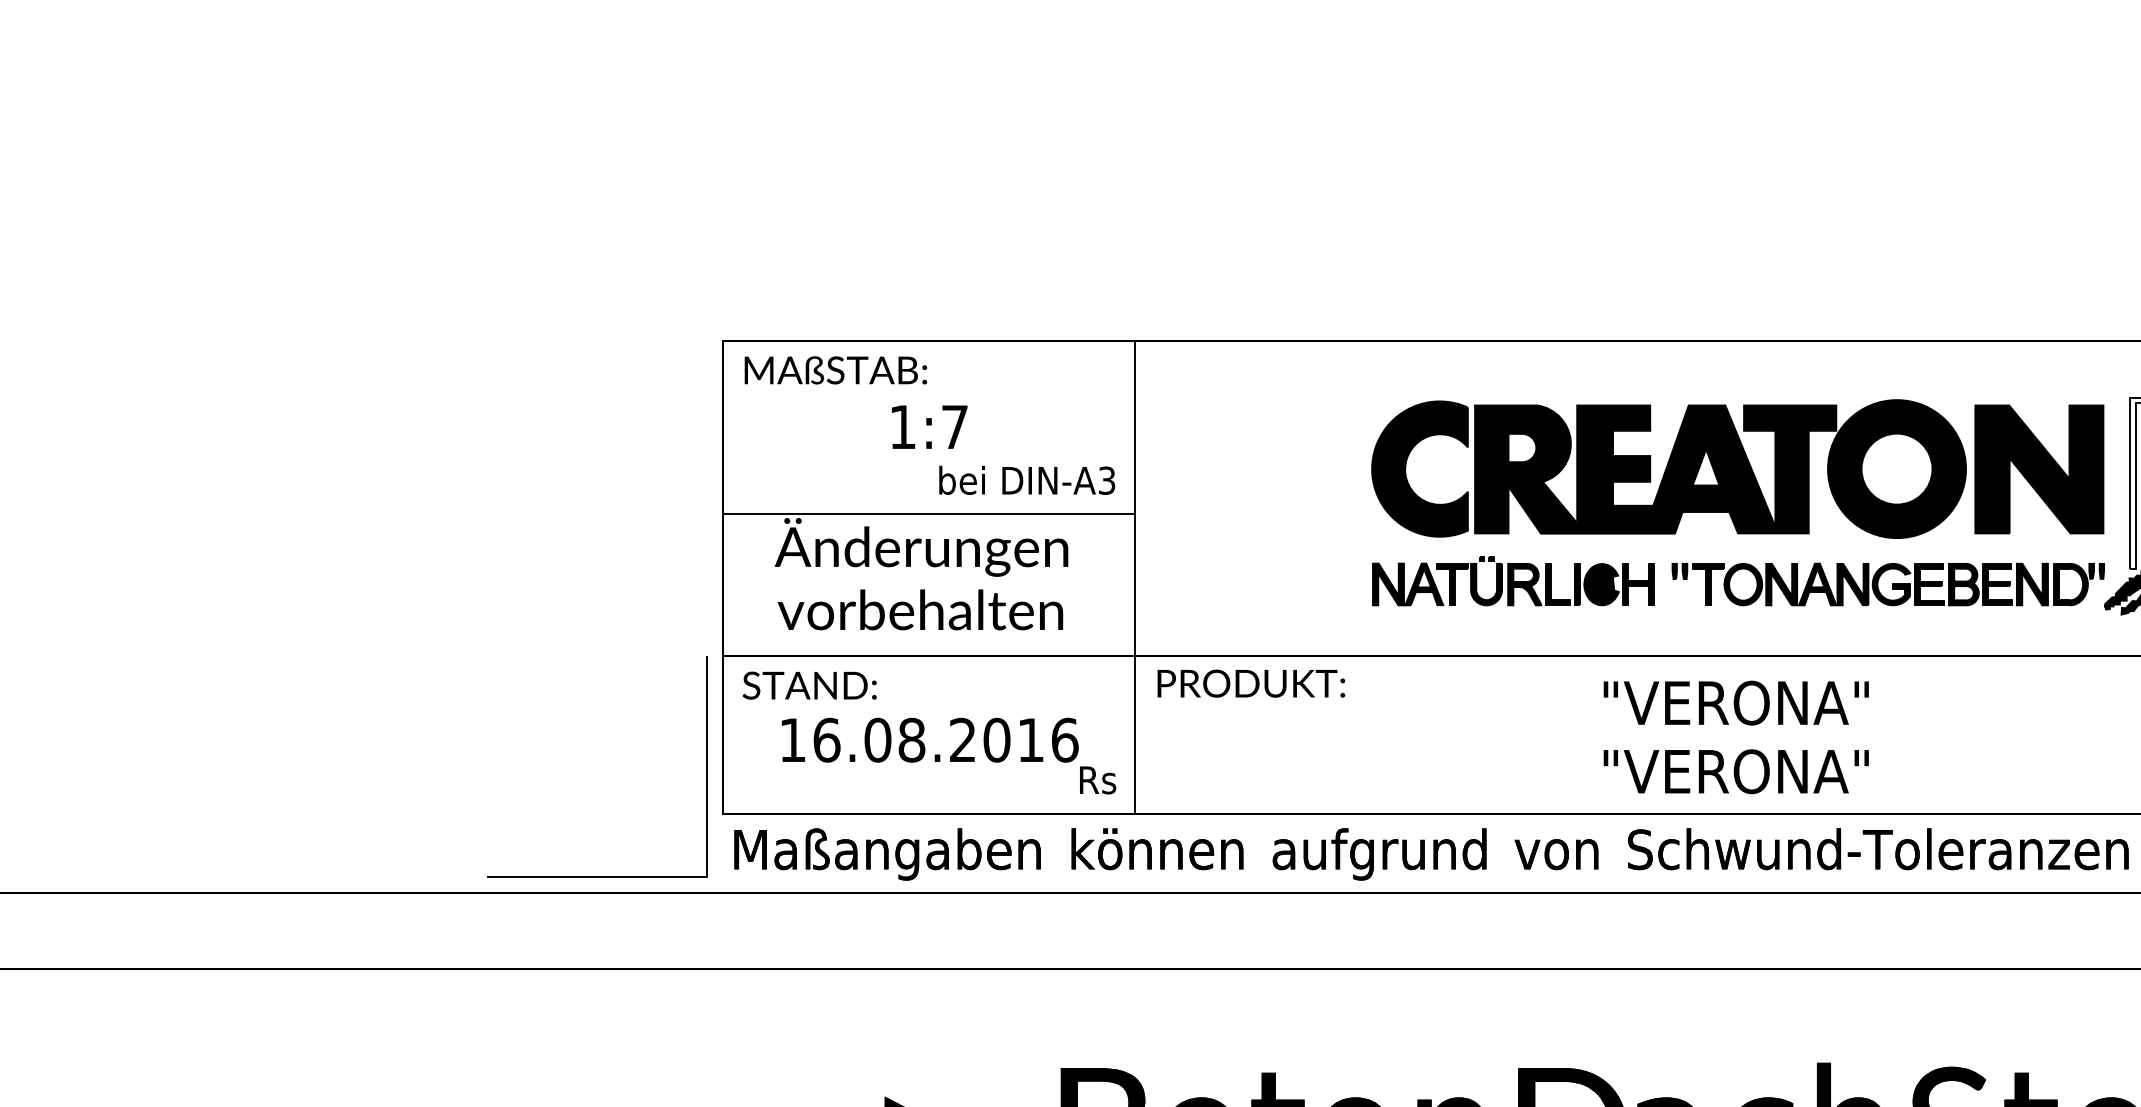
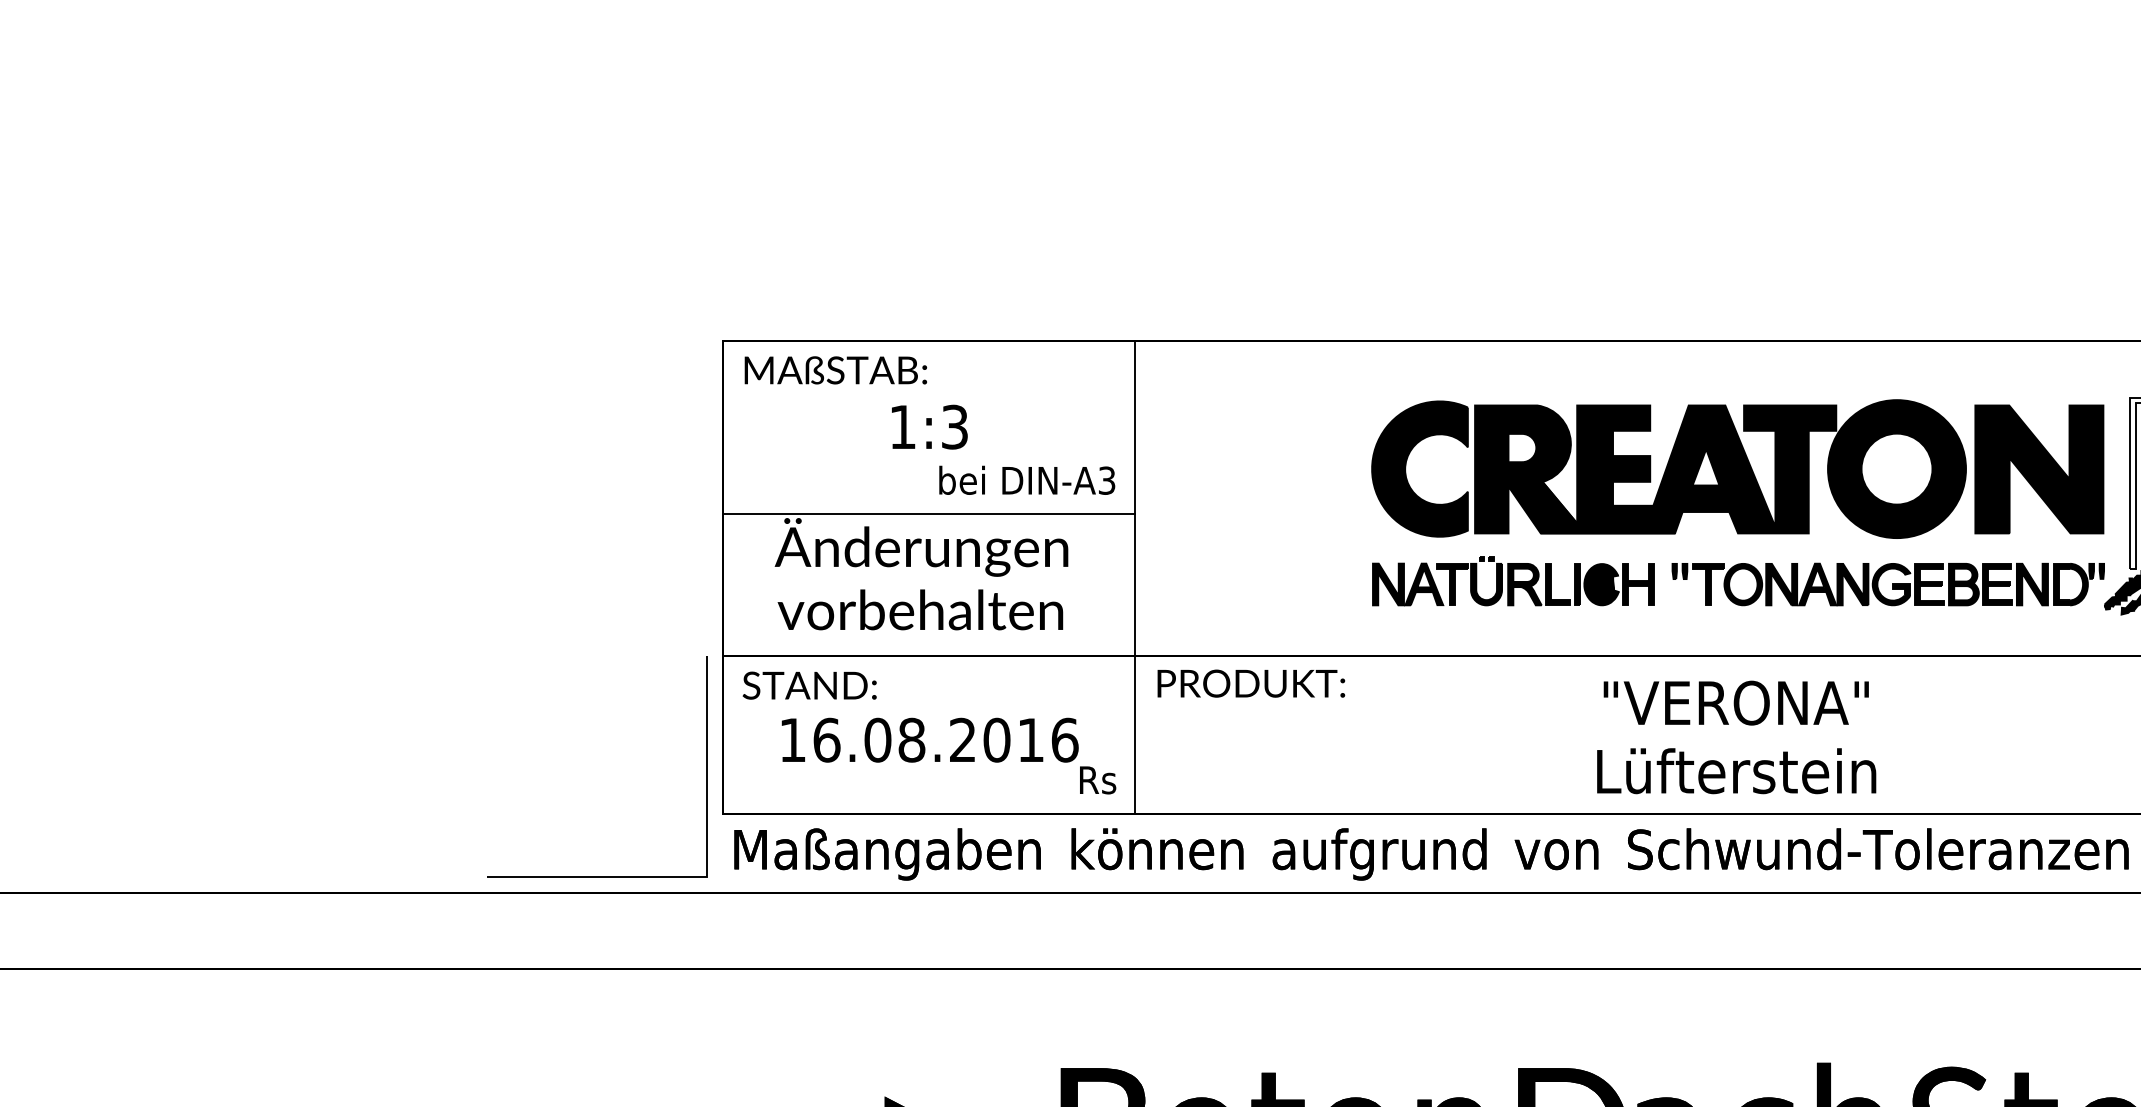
text at (954, 426): 1:7 -> 1:3
text at (1736, 771): "VERONA" -> Lüfterstein
